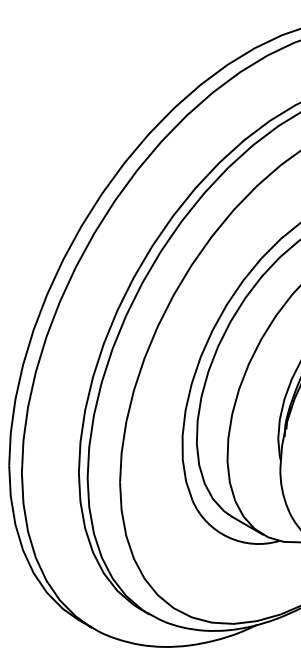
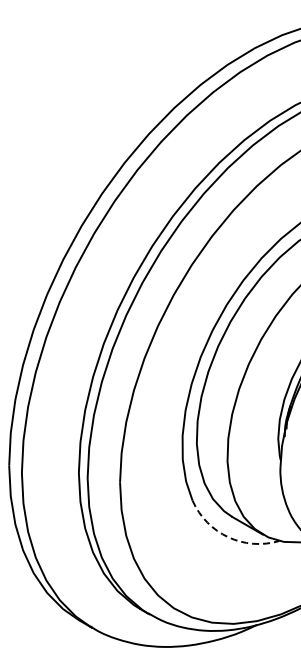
arc at (228, 537): solid -> dashed
